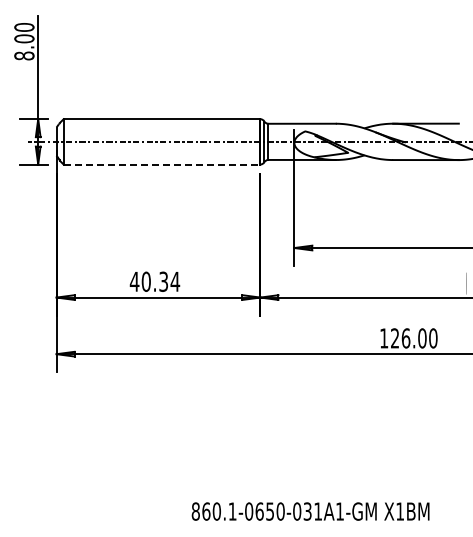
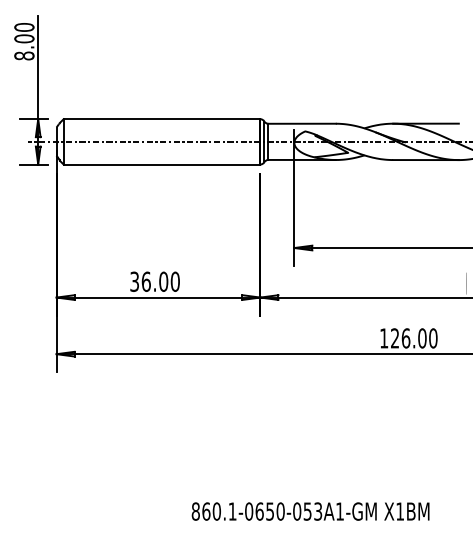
line at (162, 164): dashed -> solid
text at (154, 281): 40.34 -> 36.00
text at (313, 511): 860.1-0650-031A1-GM -> 860.1-0650-053A1-GM
